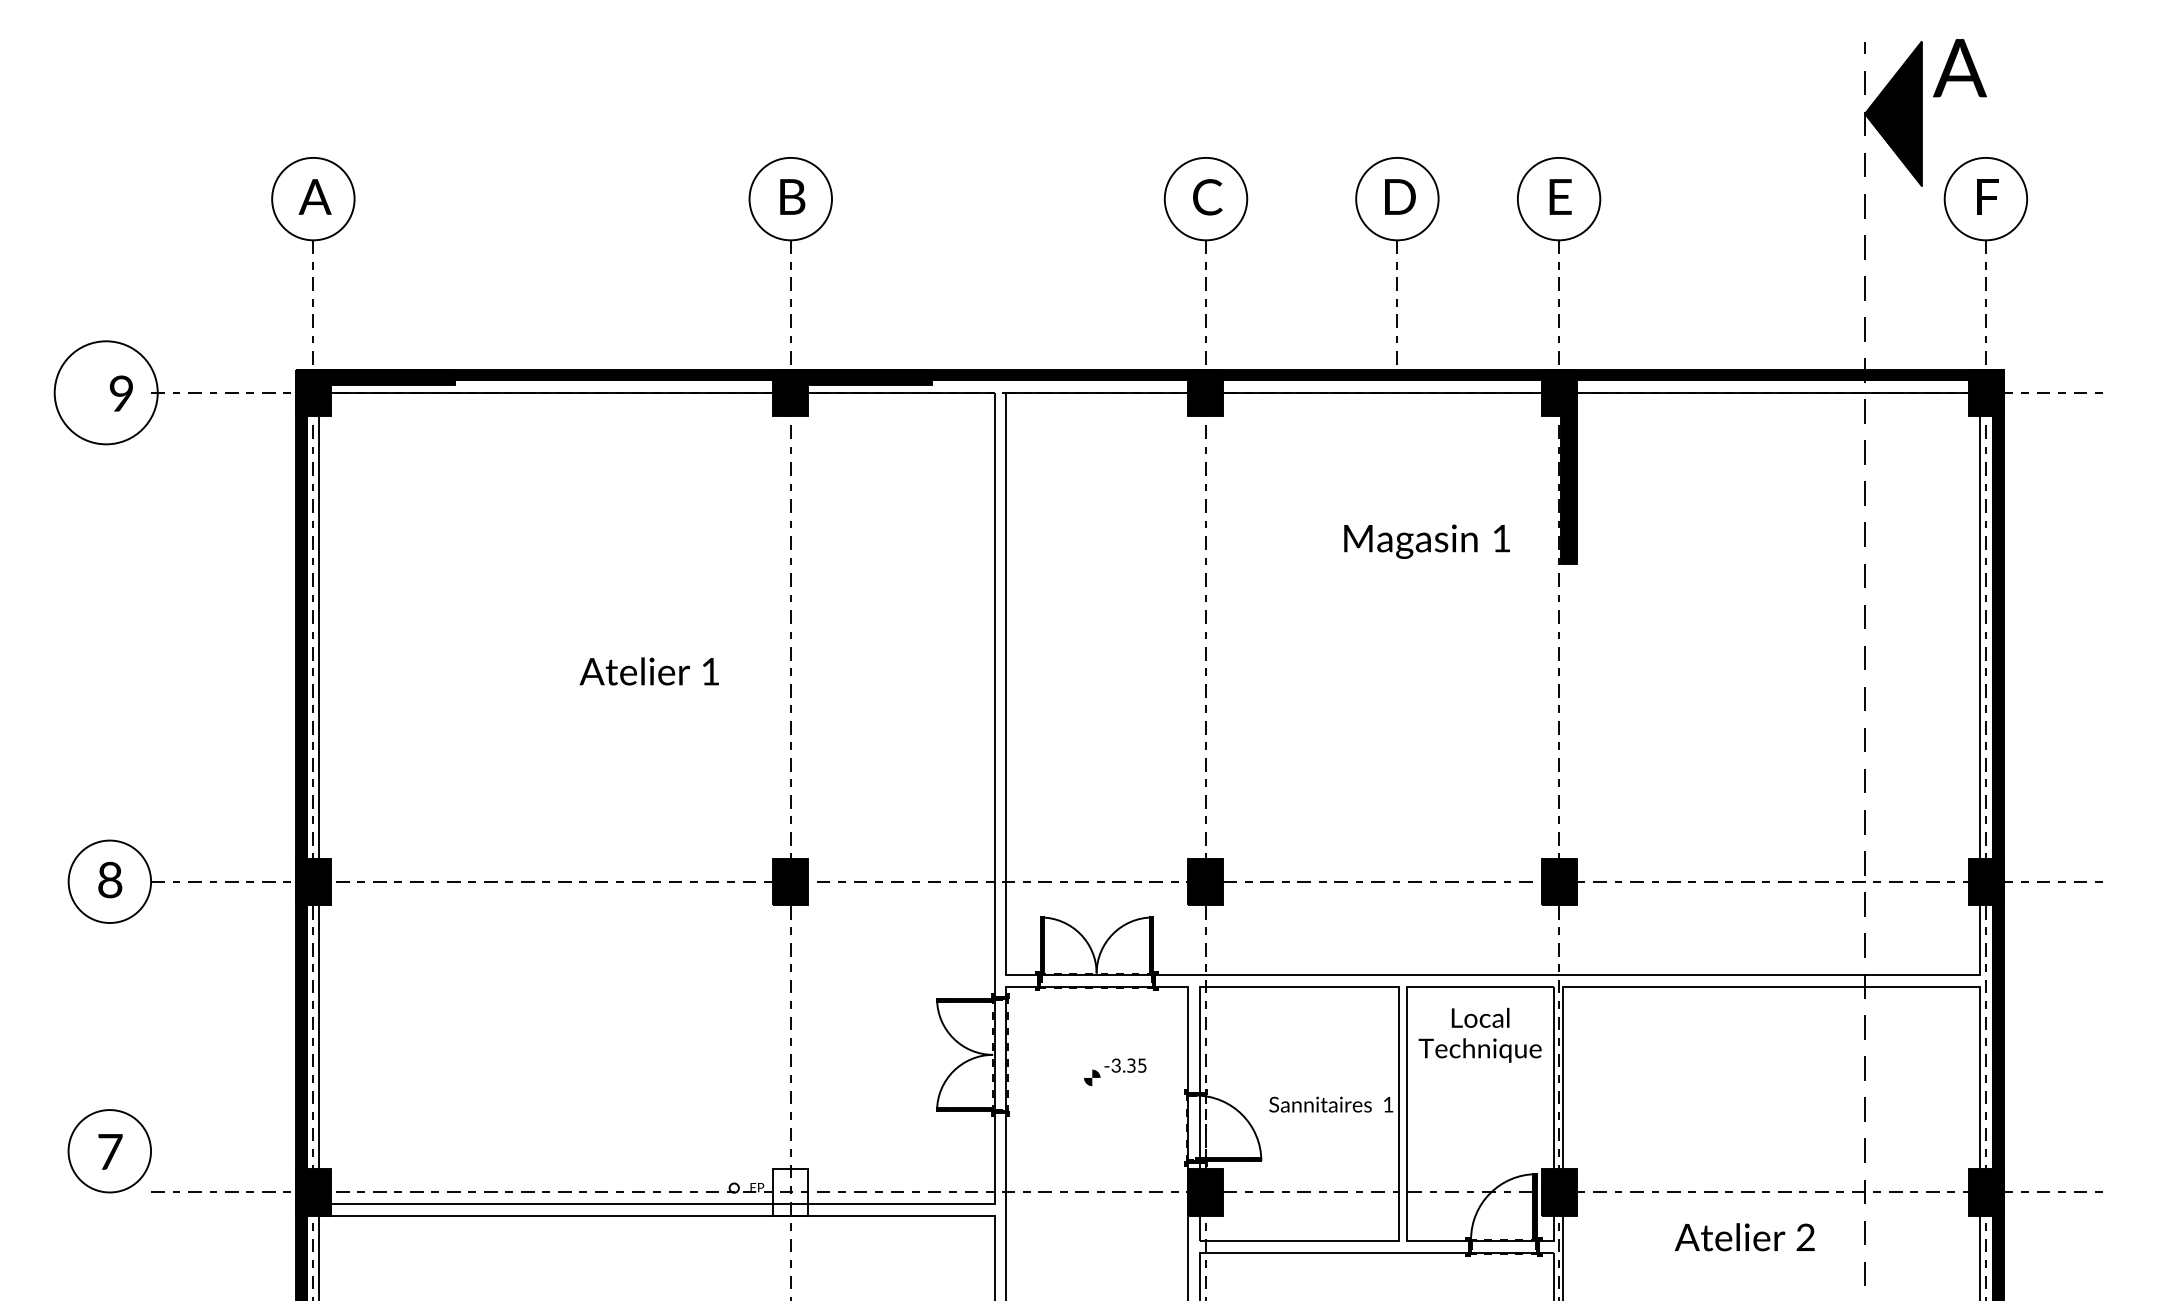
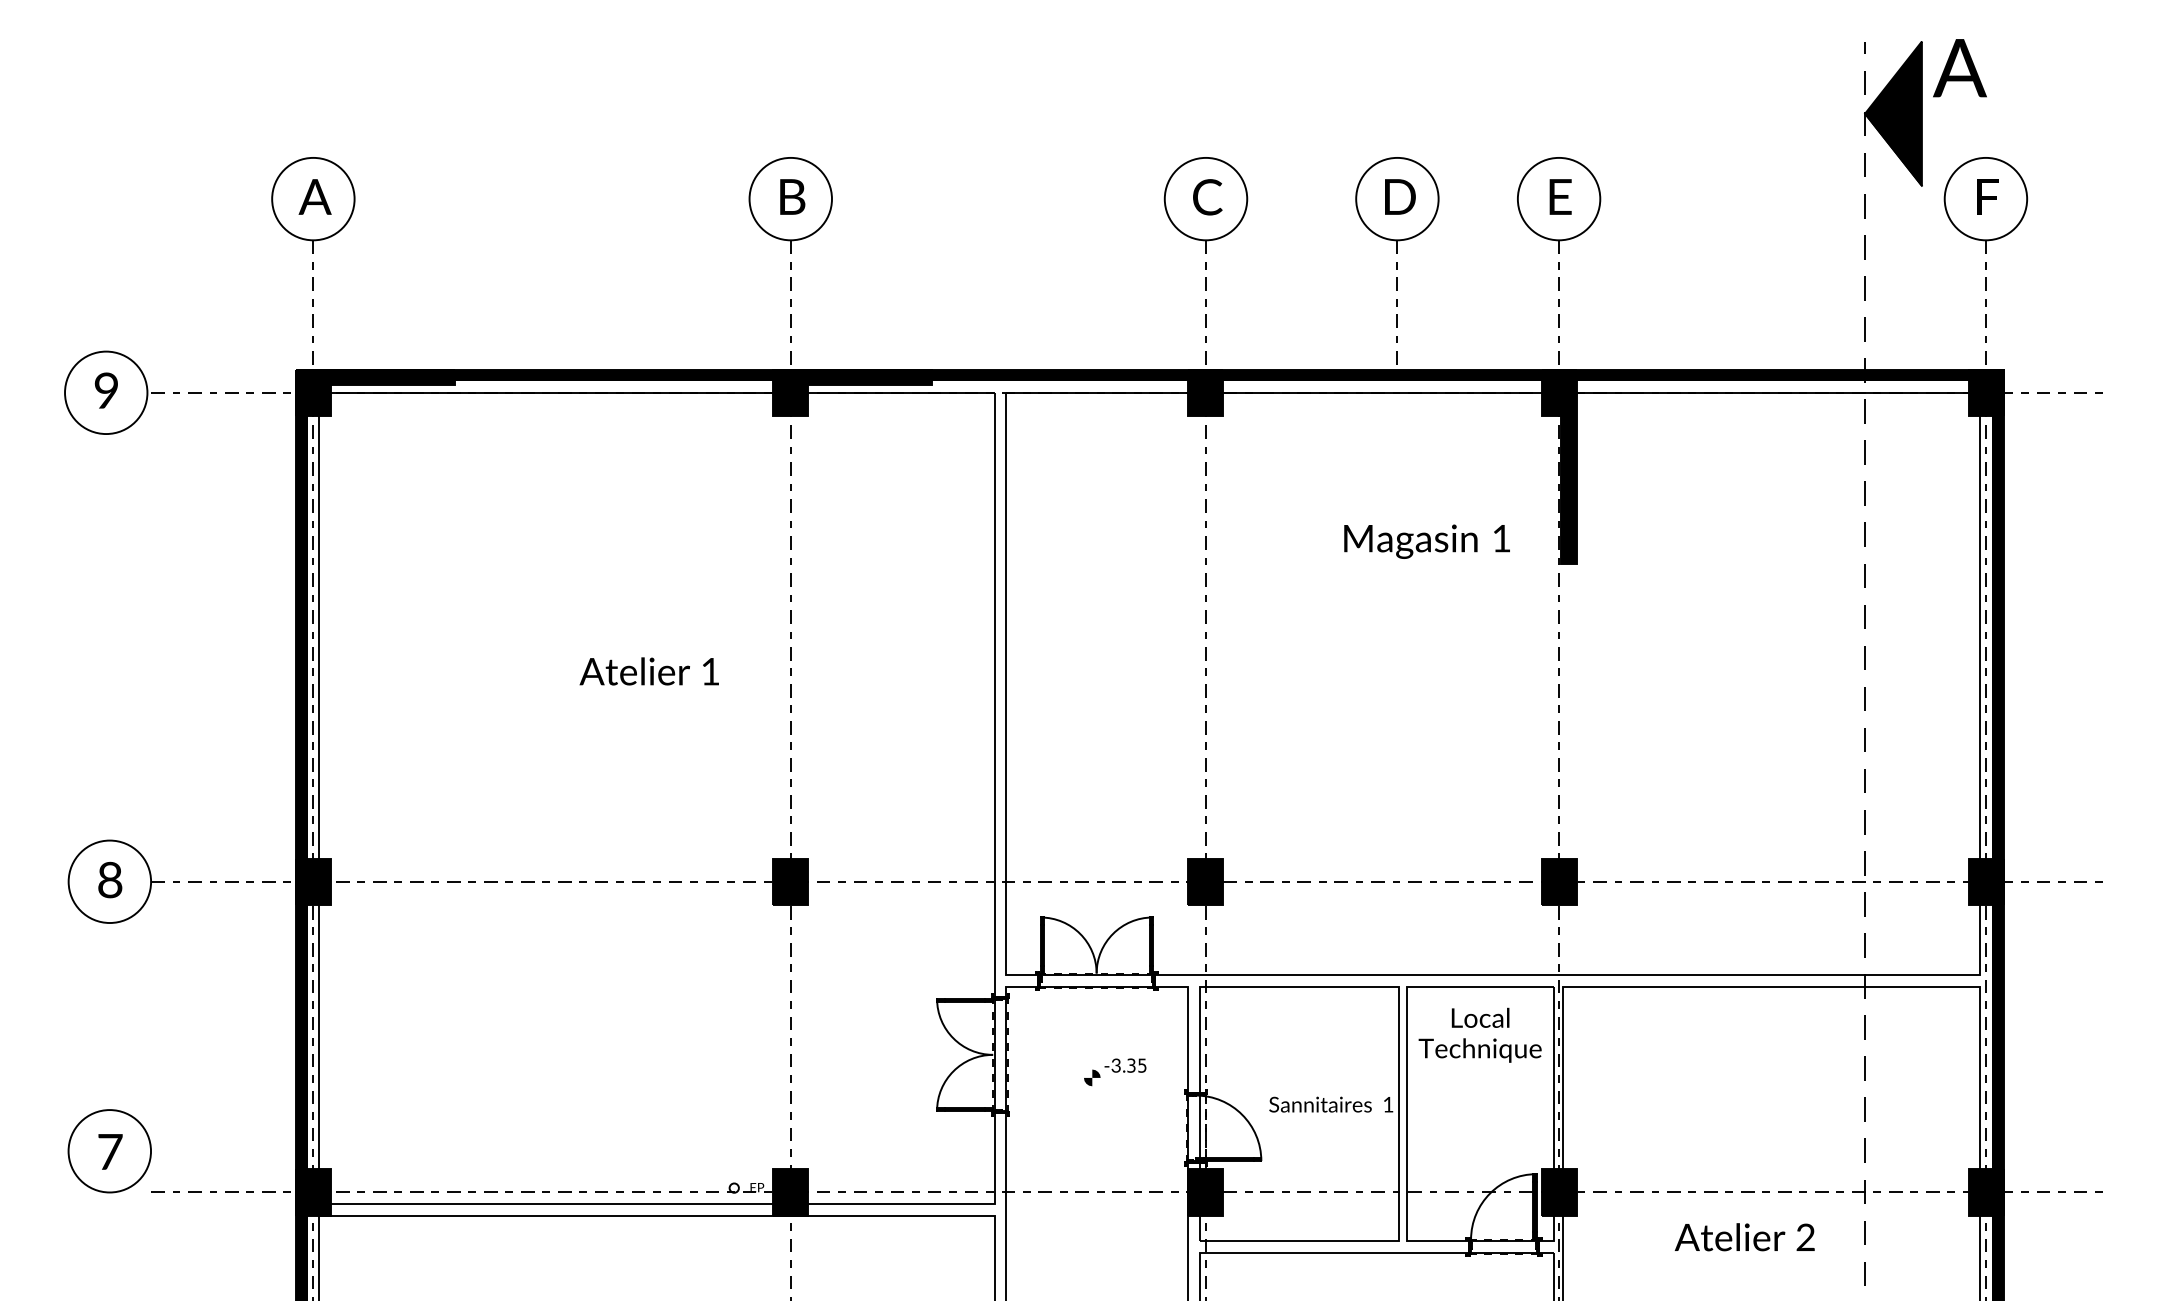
circle at (105, 392) diameter: 103 px -> 82 px
text at (120, 393) position: (120, 393) -> (105, 390)
fill at (790, 1192): none -> present
